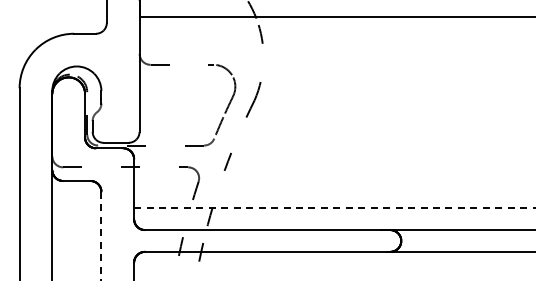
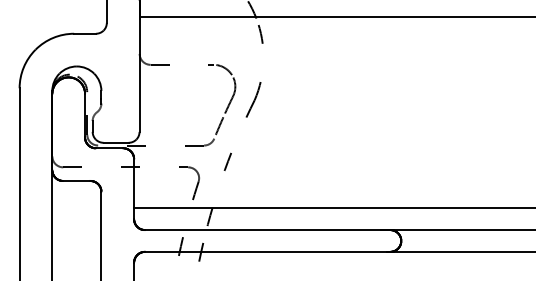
line at (335, 208): dashed -> solid
line at (101, 236): dashed -> solid
